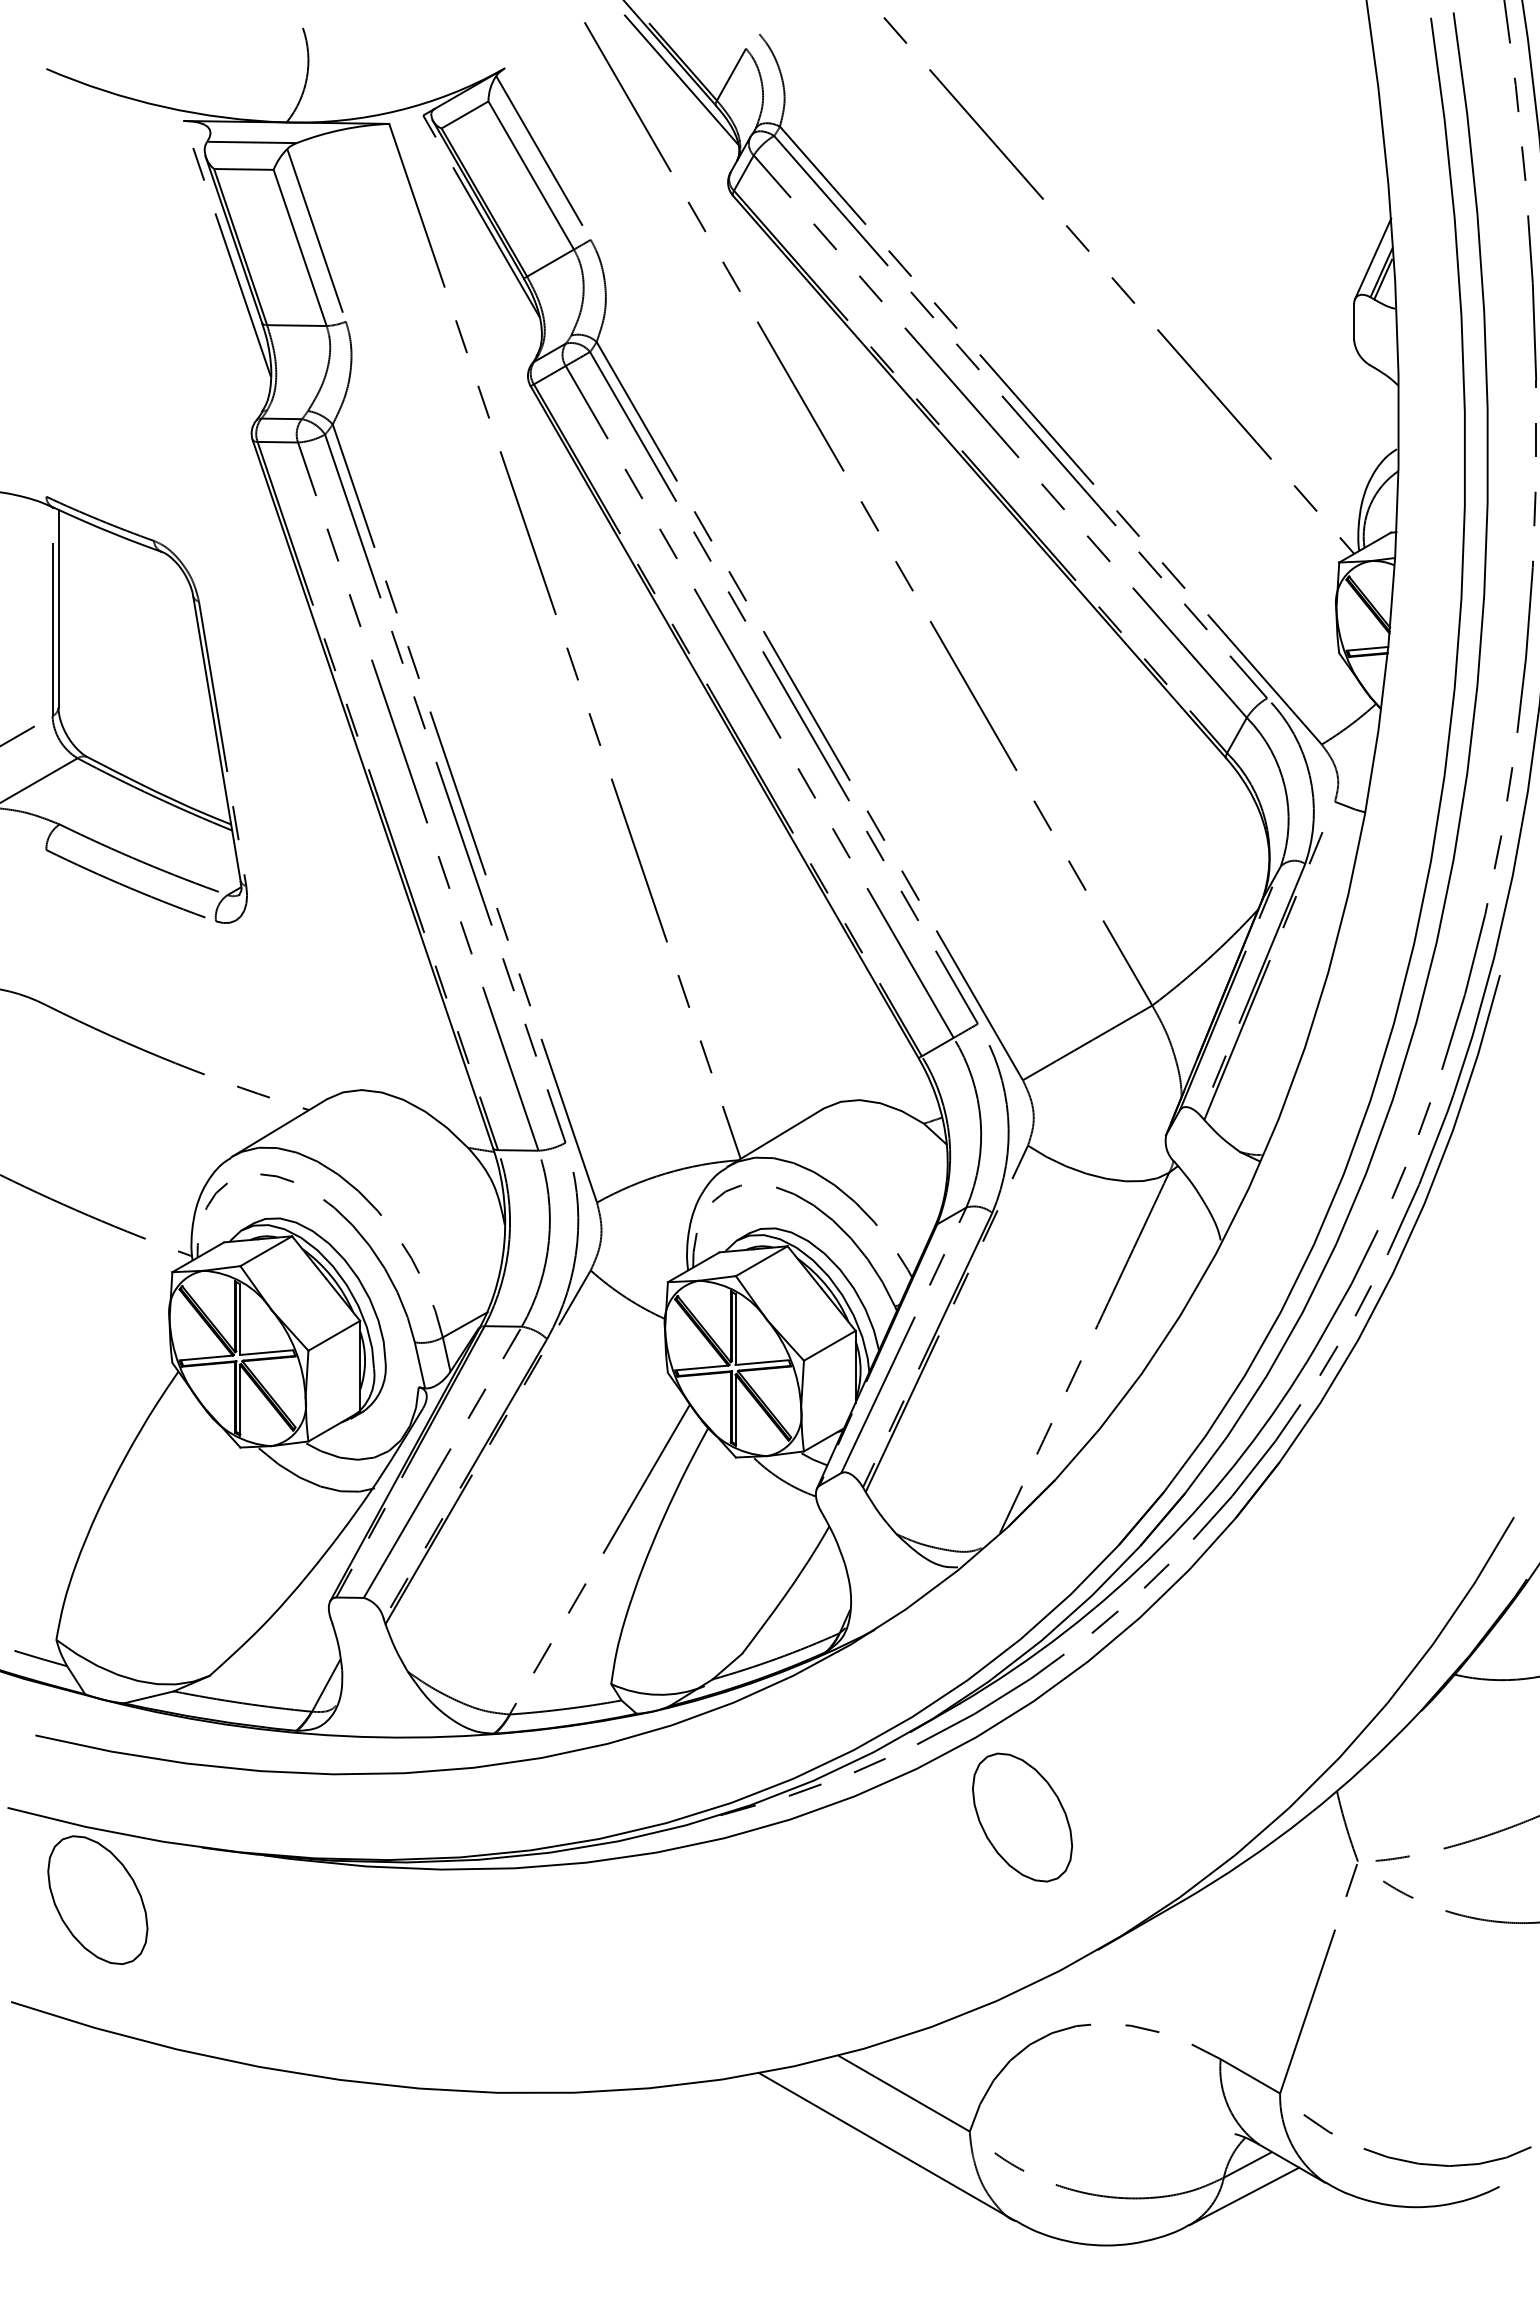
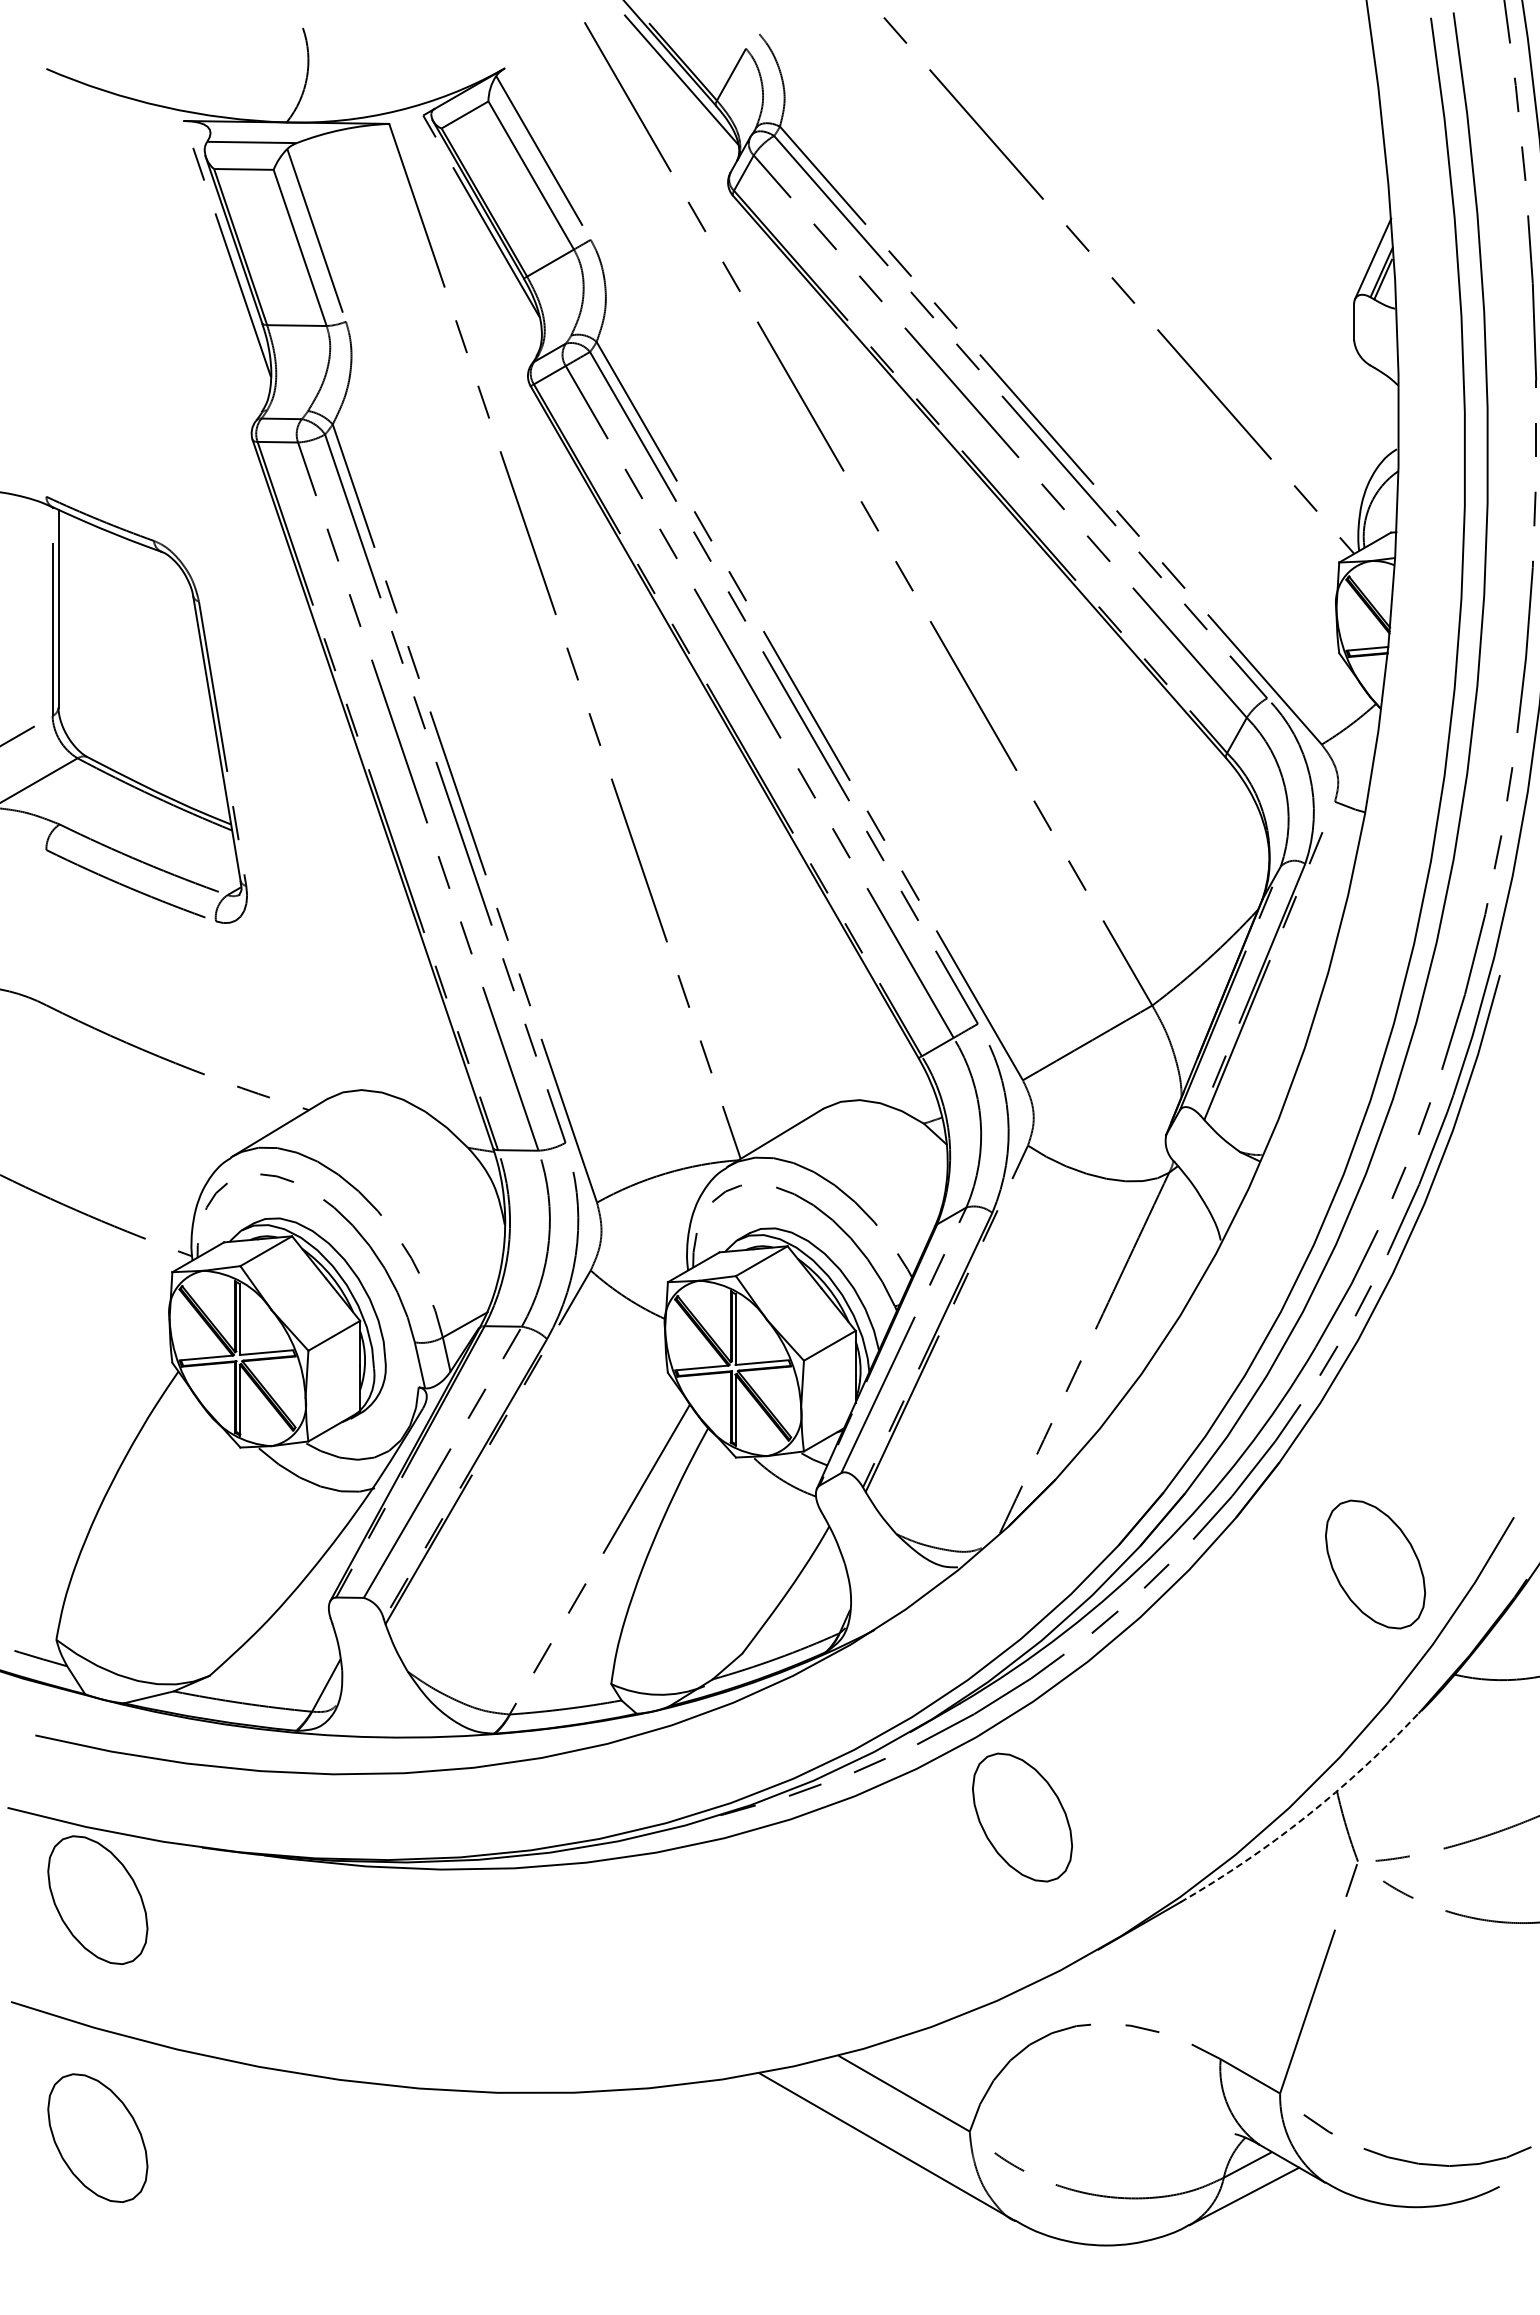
part at (1375, 1564): none -> present
arc at (1306, 1816): solid -> dashed
part at (97, 2138): none -> present
